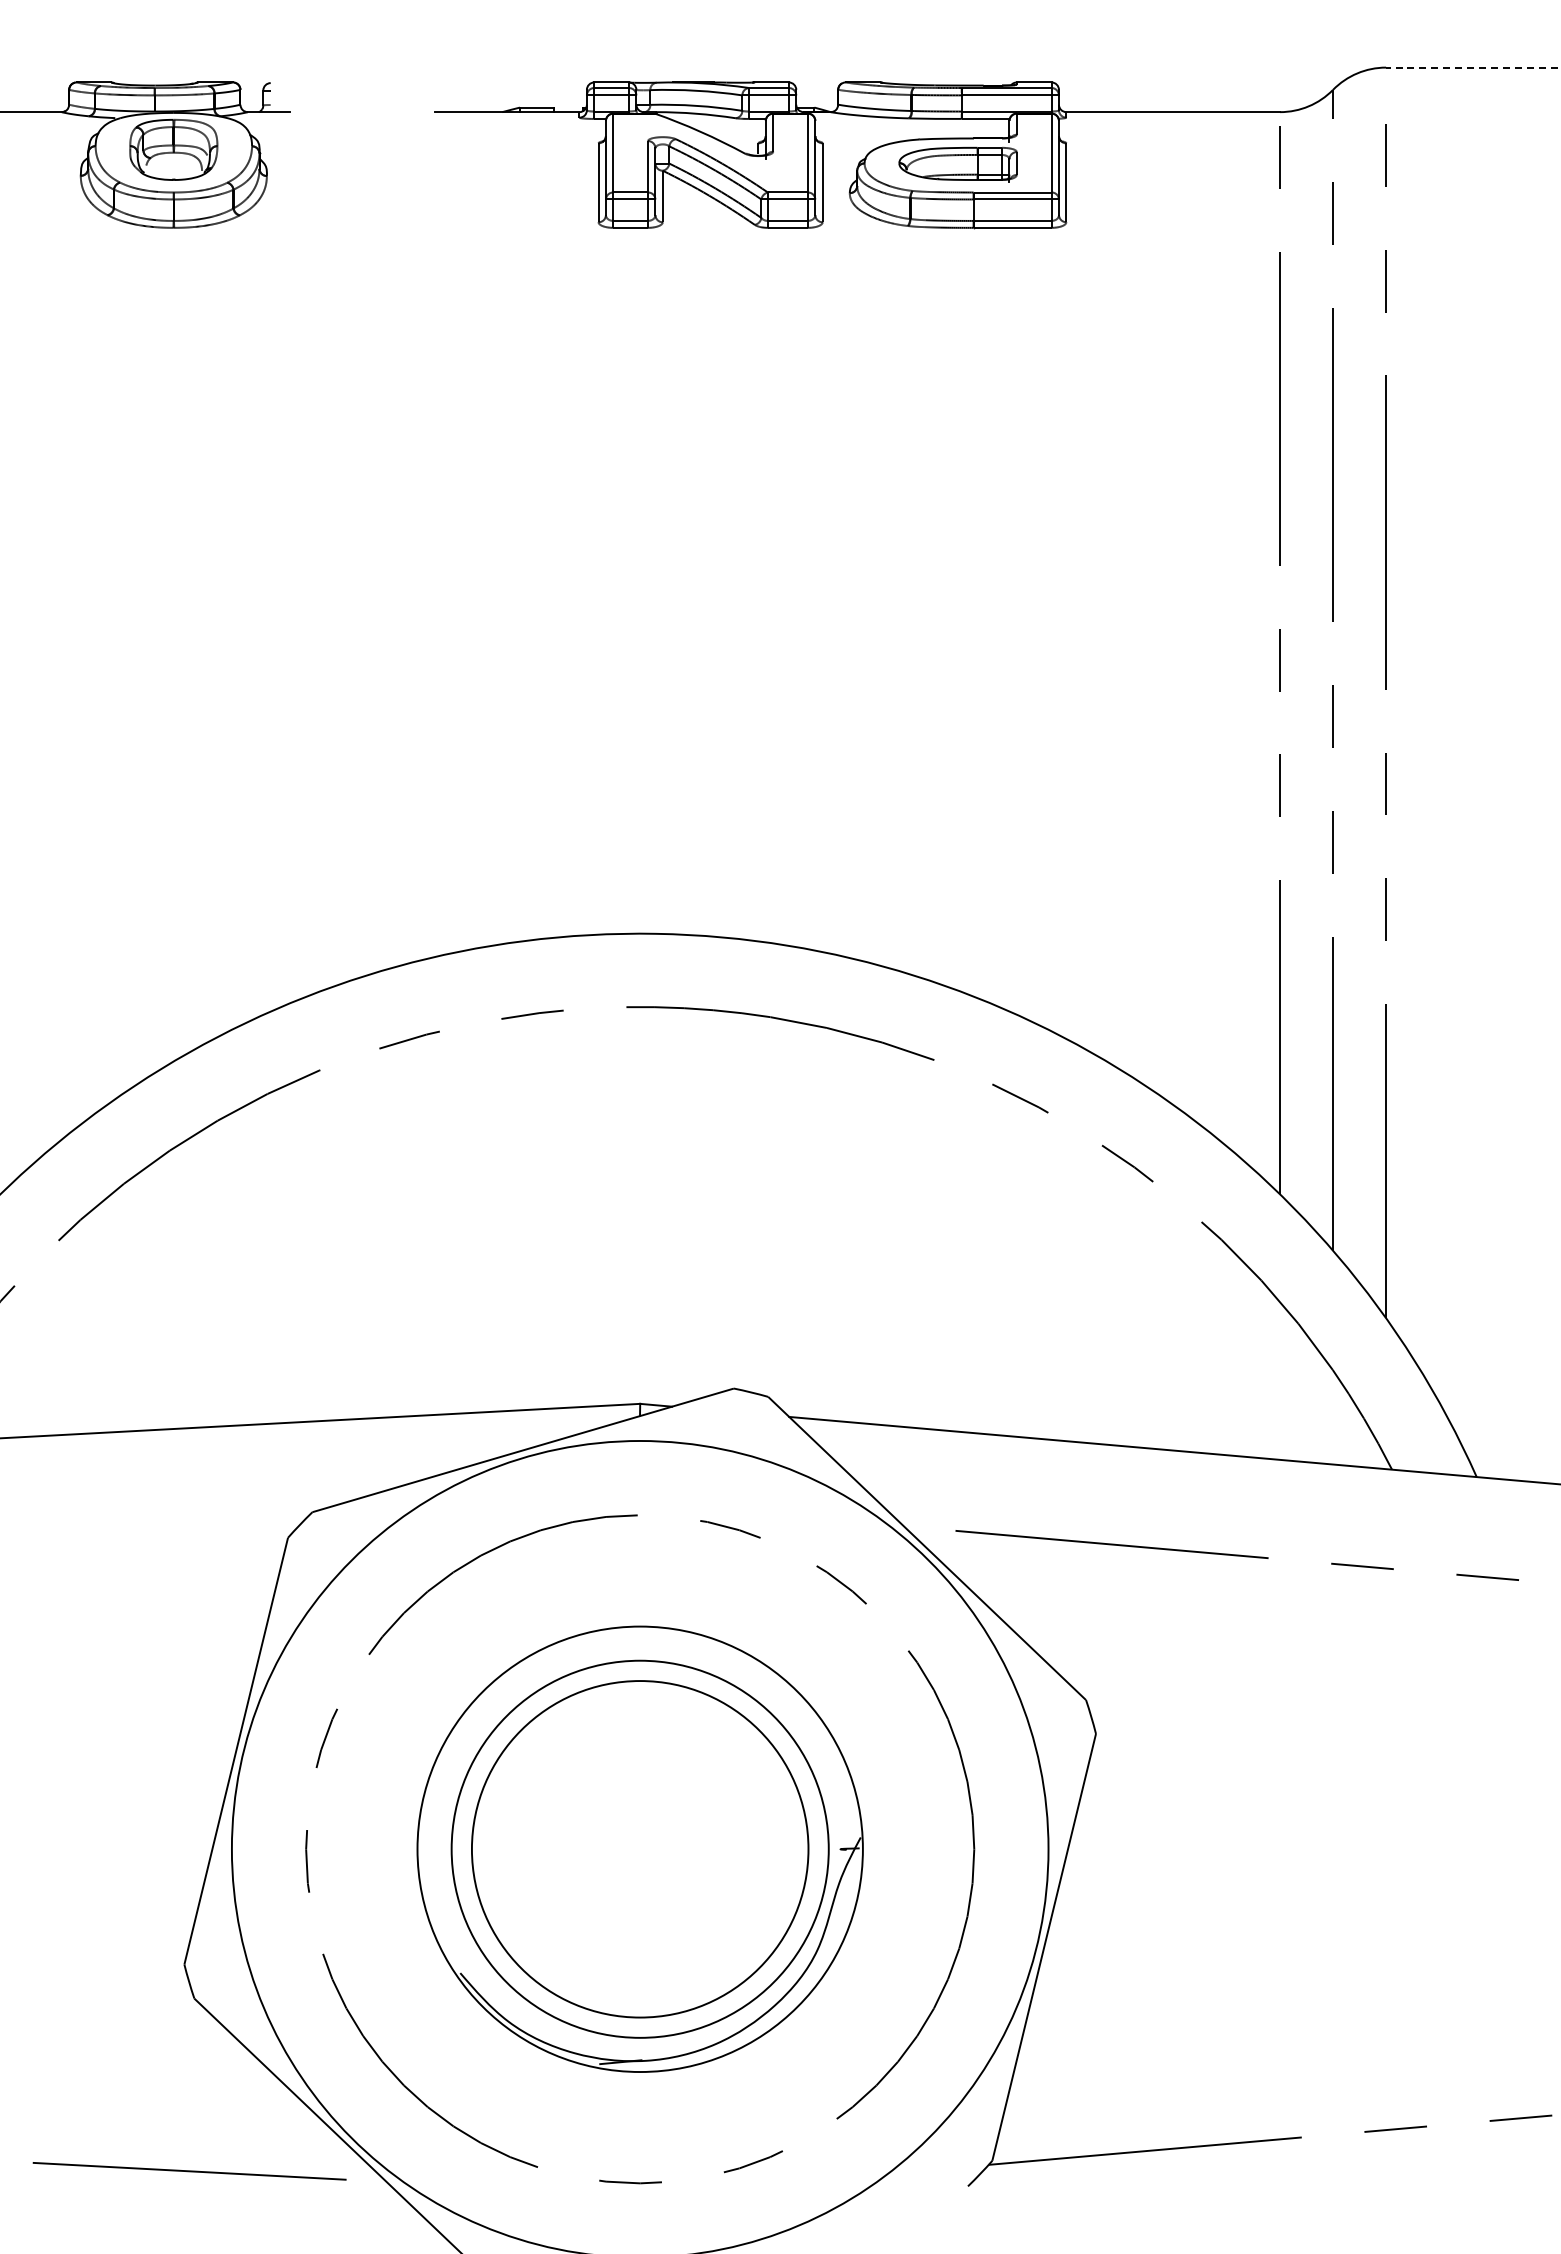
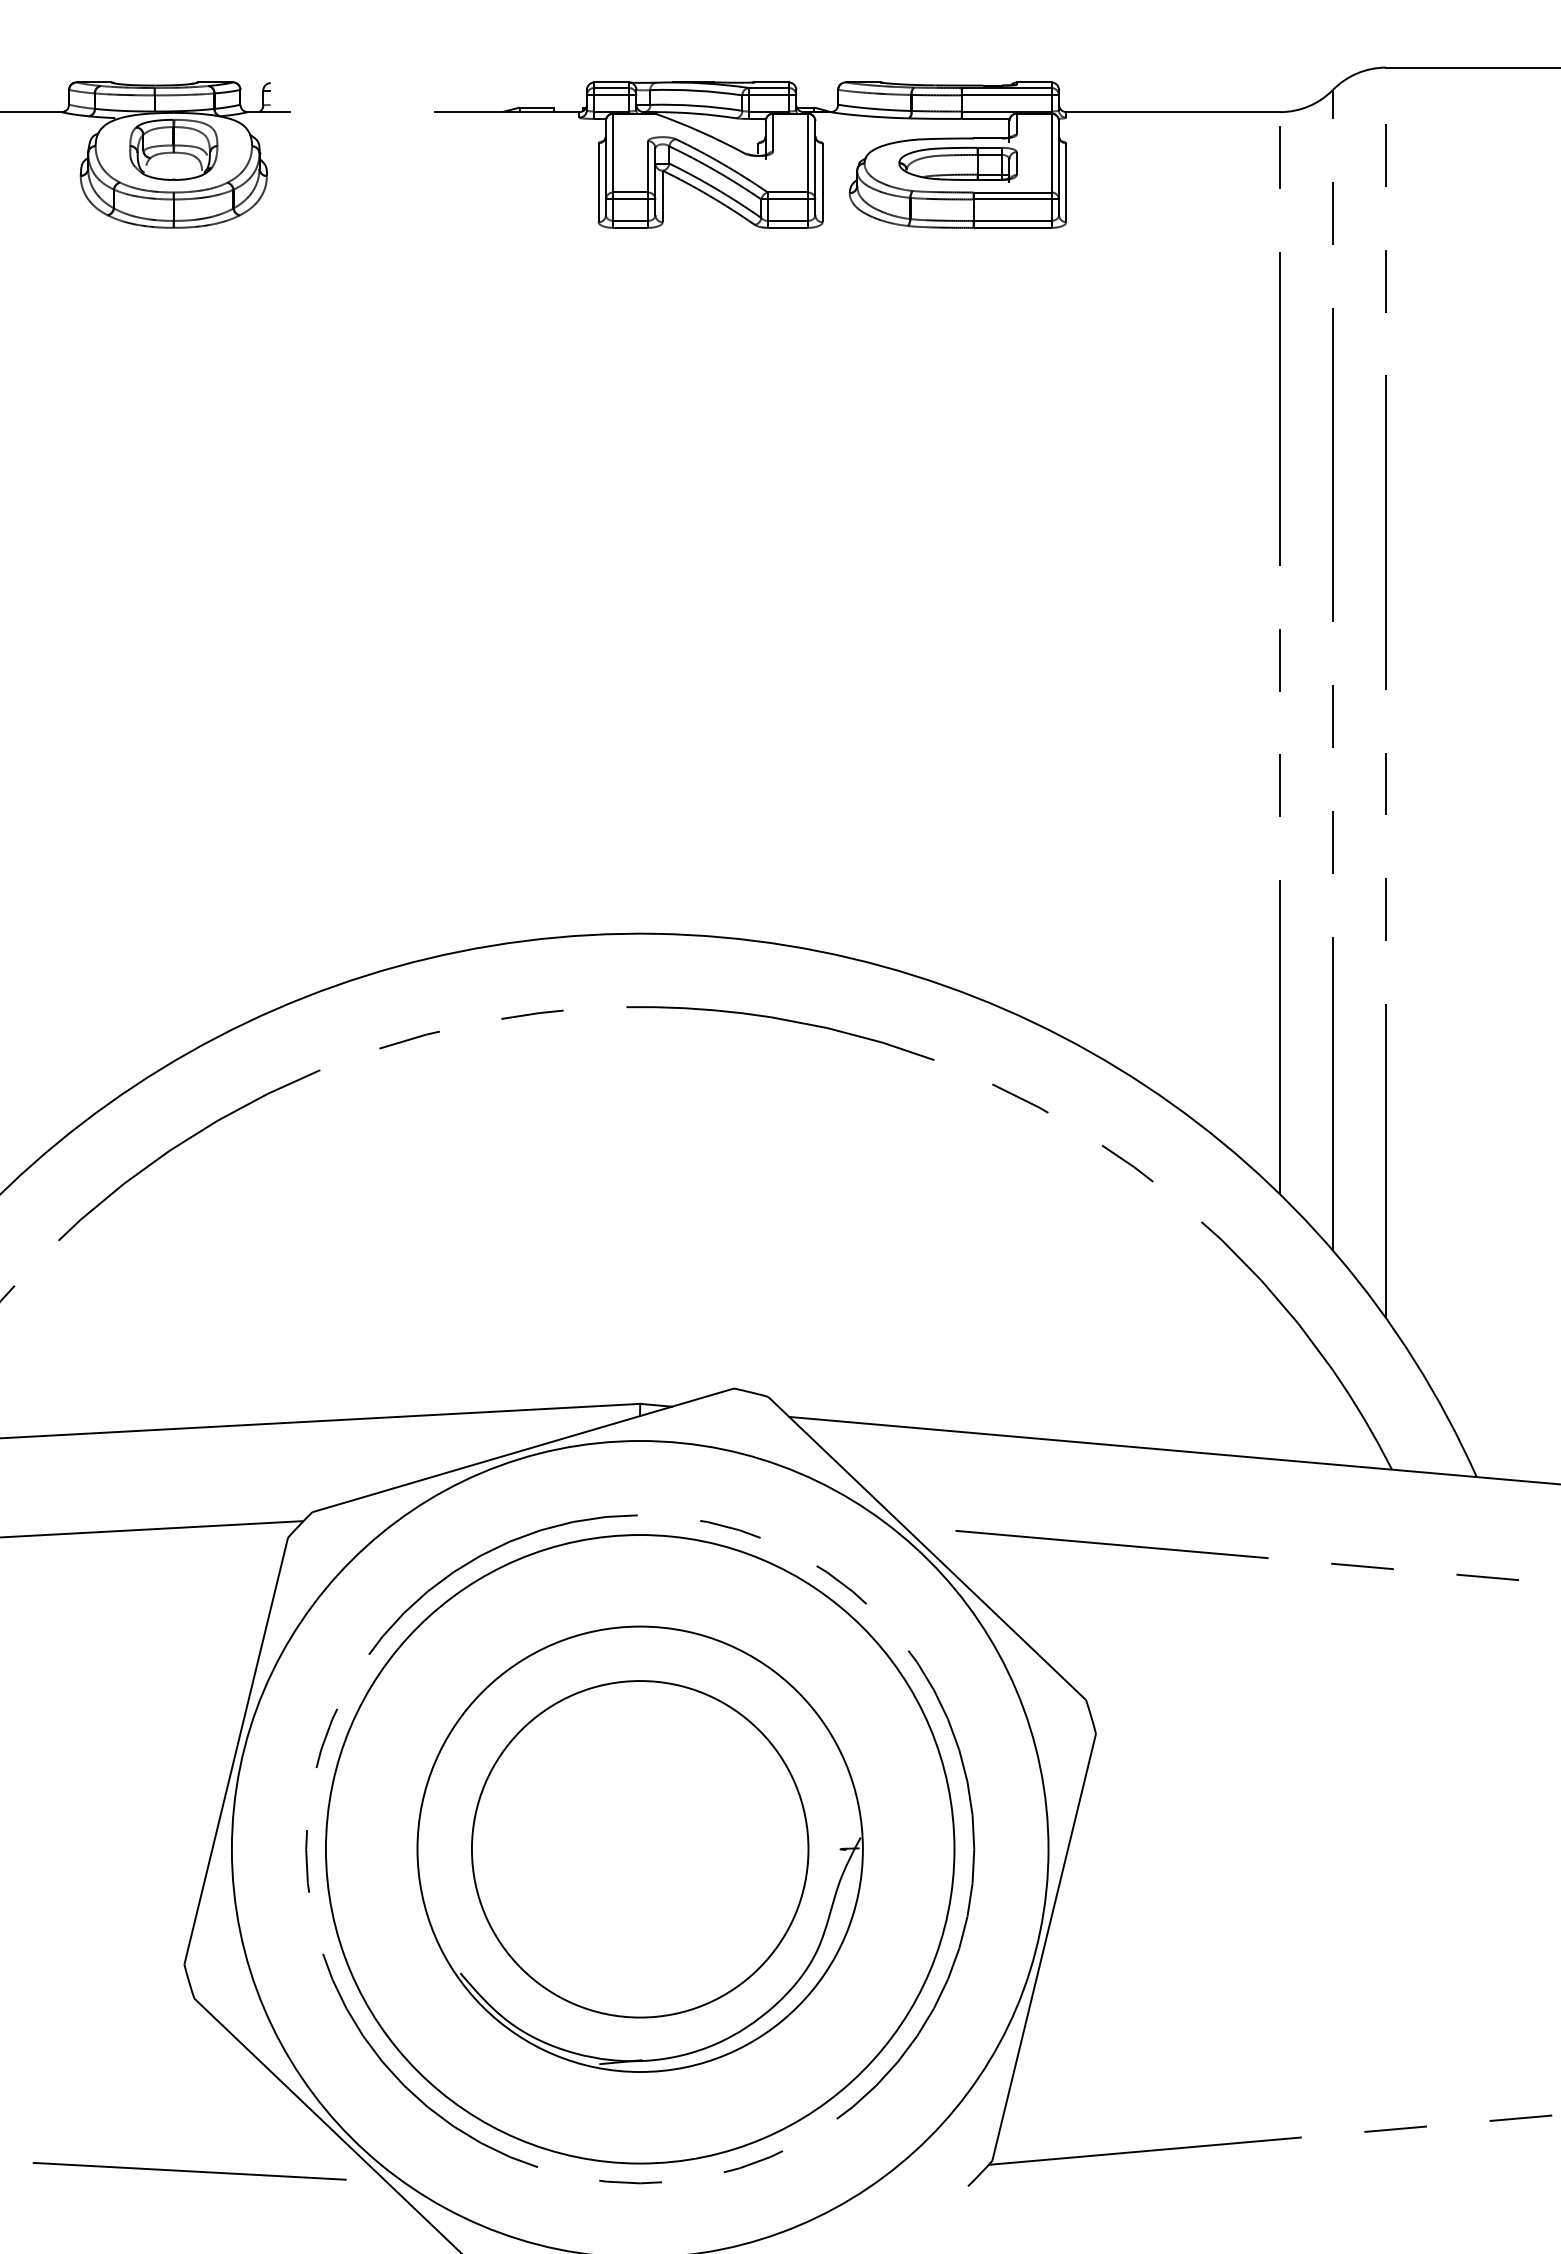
line at (1472, 67): dashed -> solid
line at (152, 1529): none -> present
circle at (639, 1848) diameter: 377 px -> 629 px
